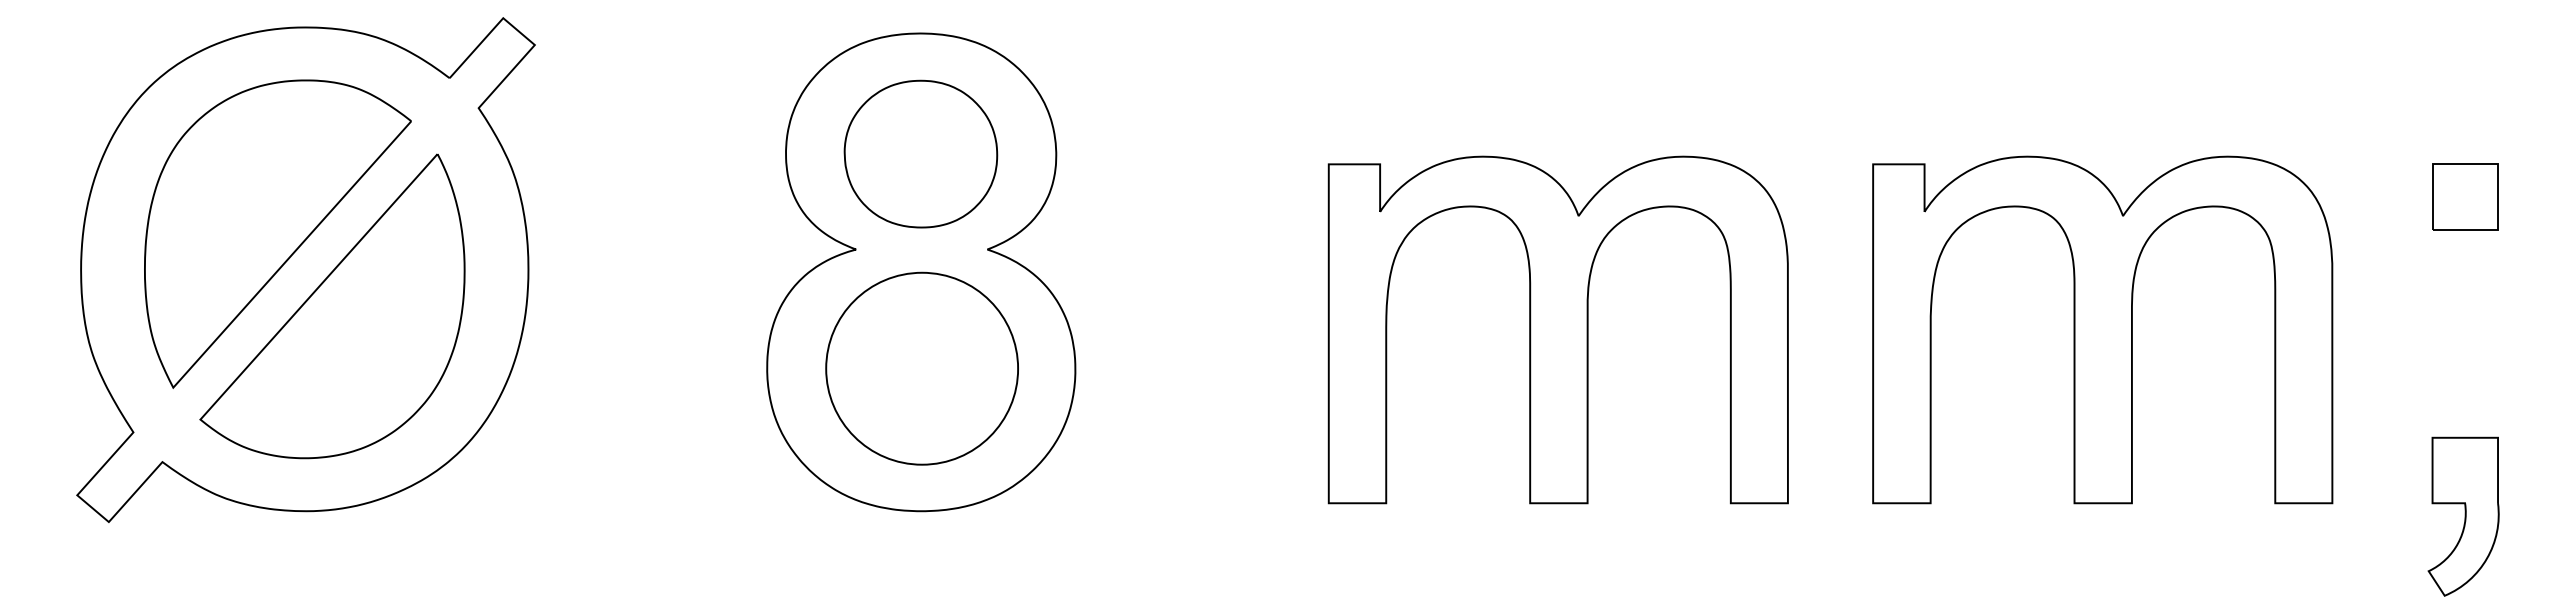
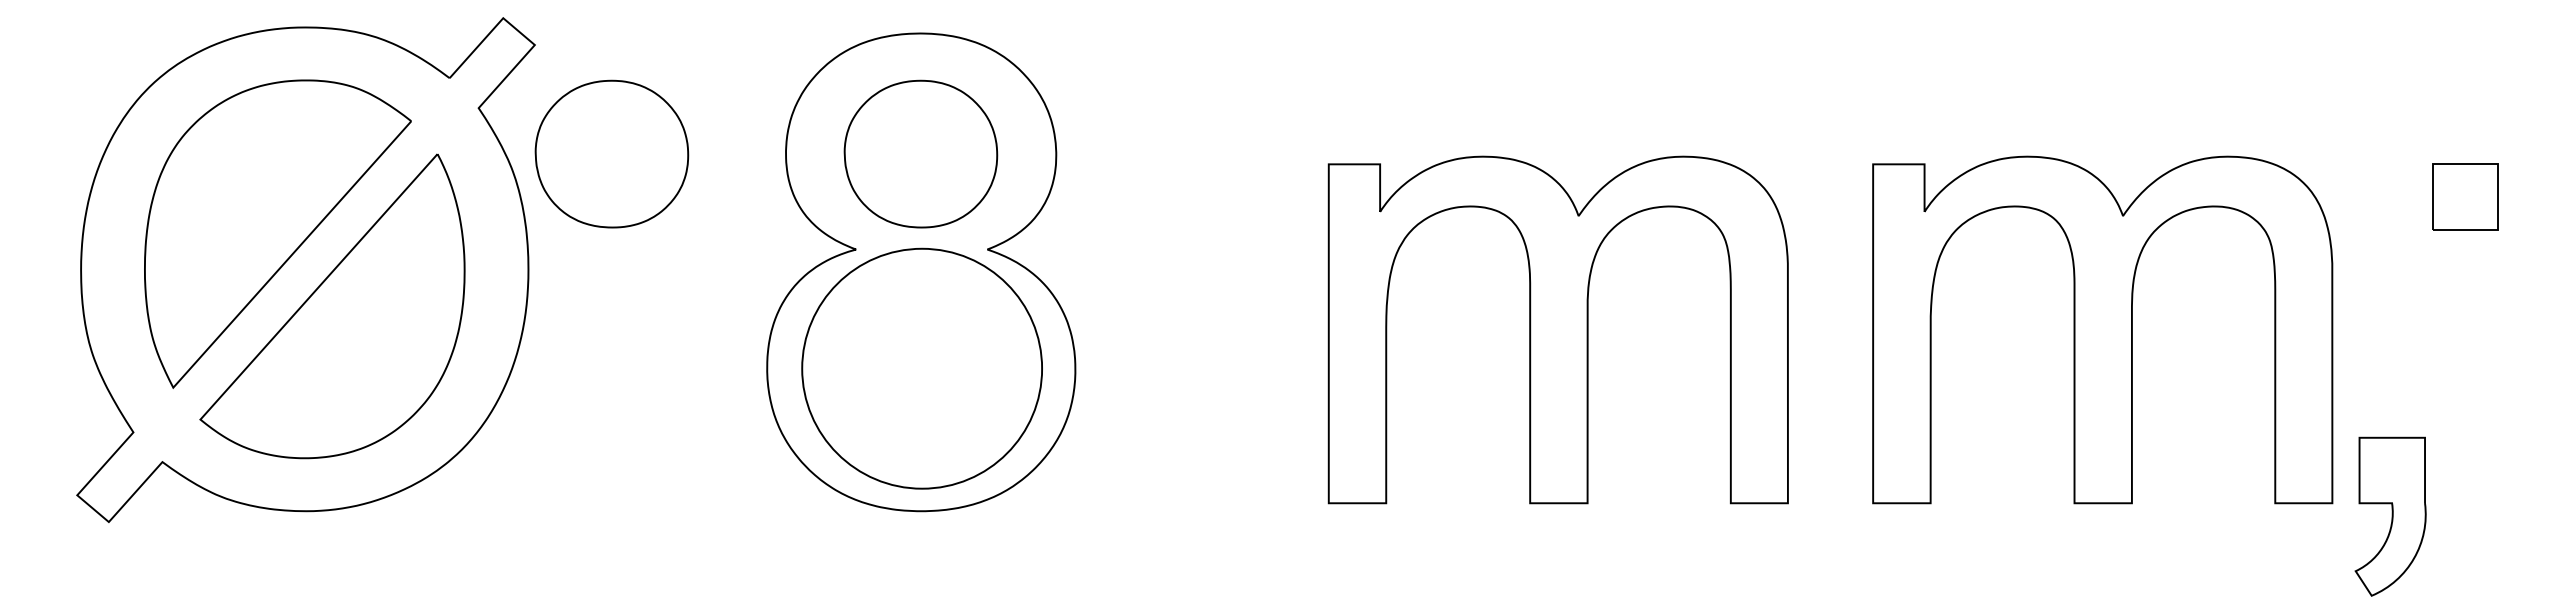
part at (611, 153): none -> present
circle at (922, 368) diameter: 192 px -> 240 px
part at (2463, 516) position: (2463, 516) -> (2390, 516)
